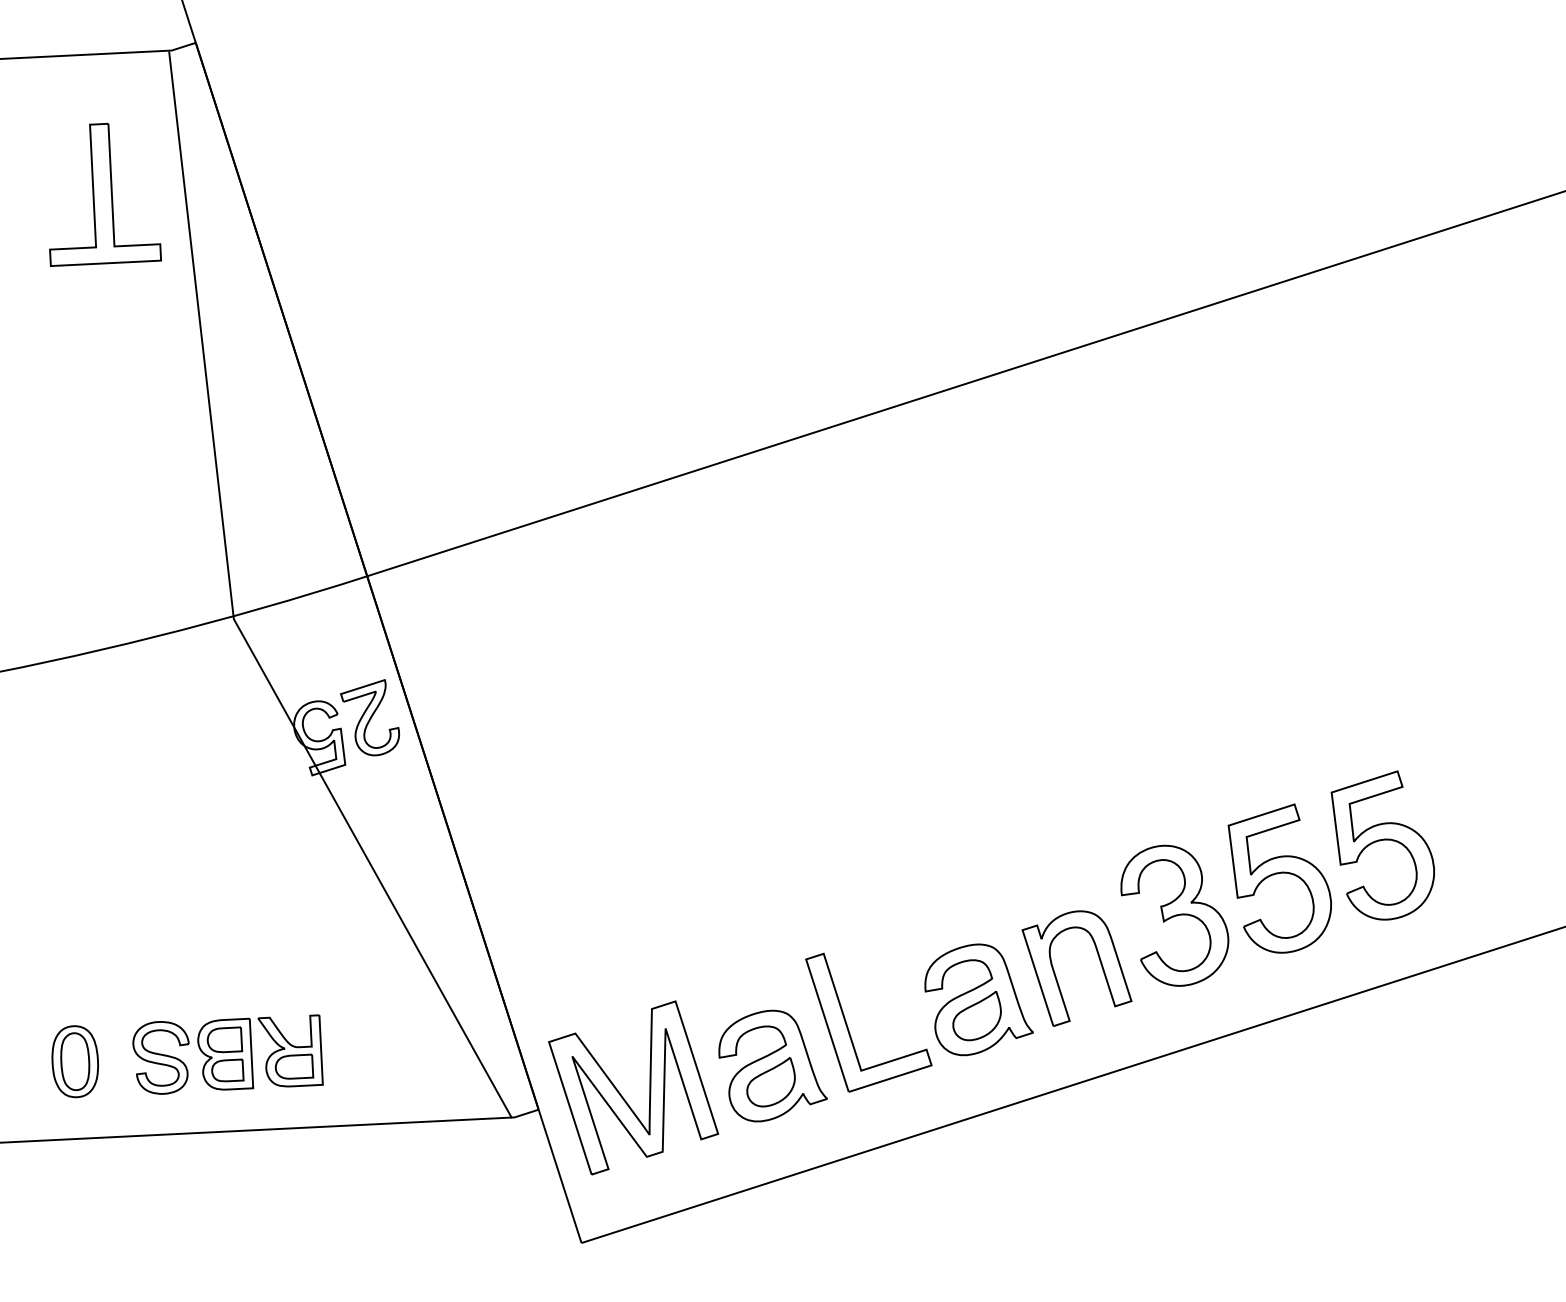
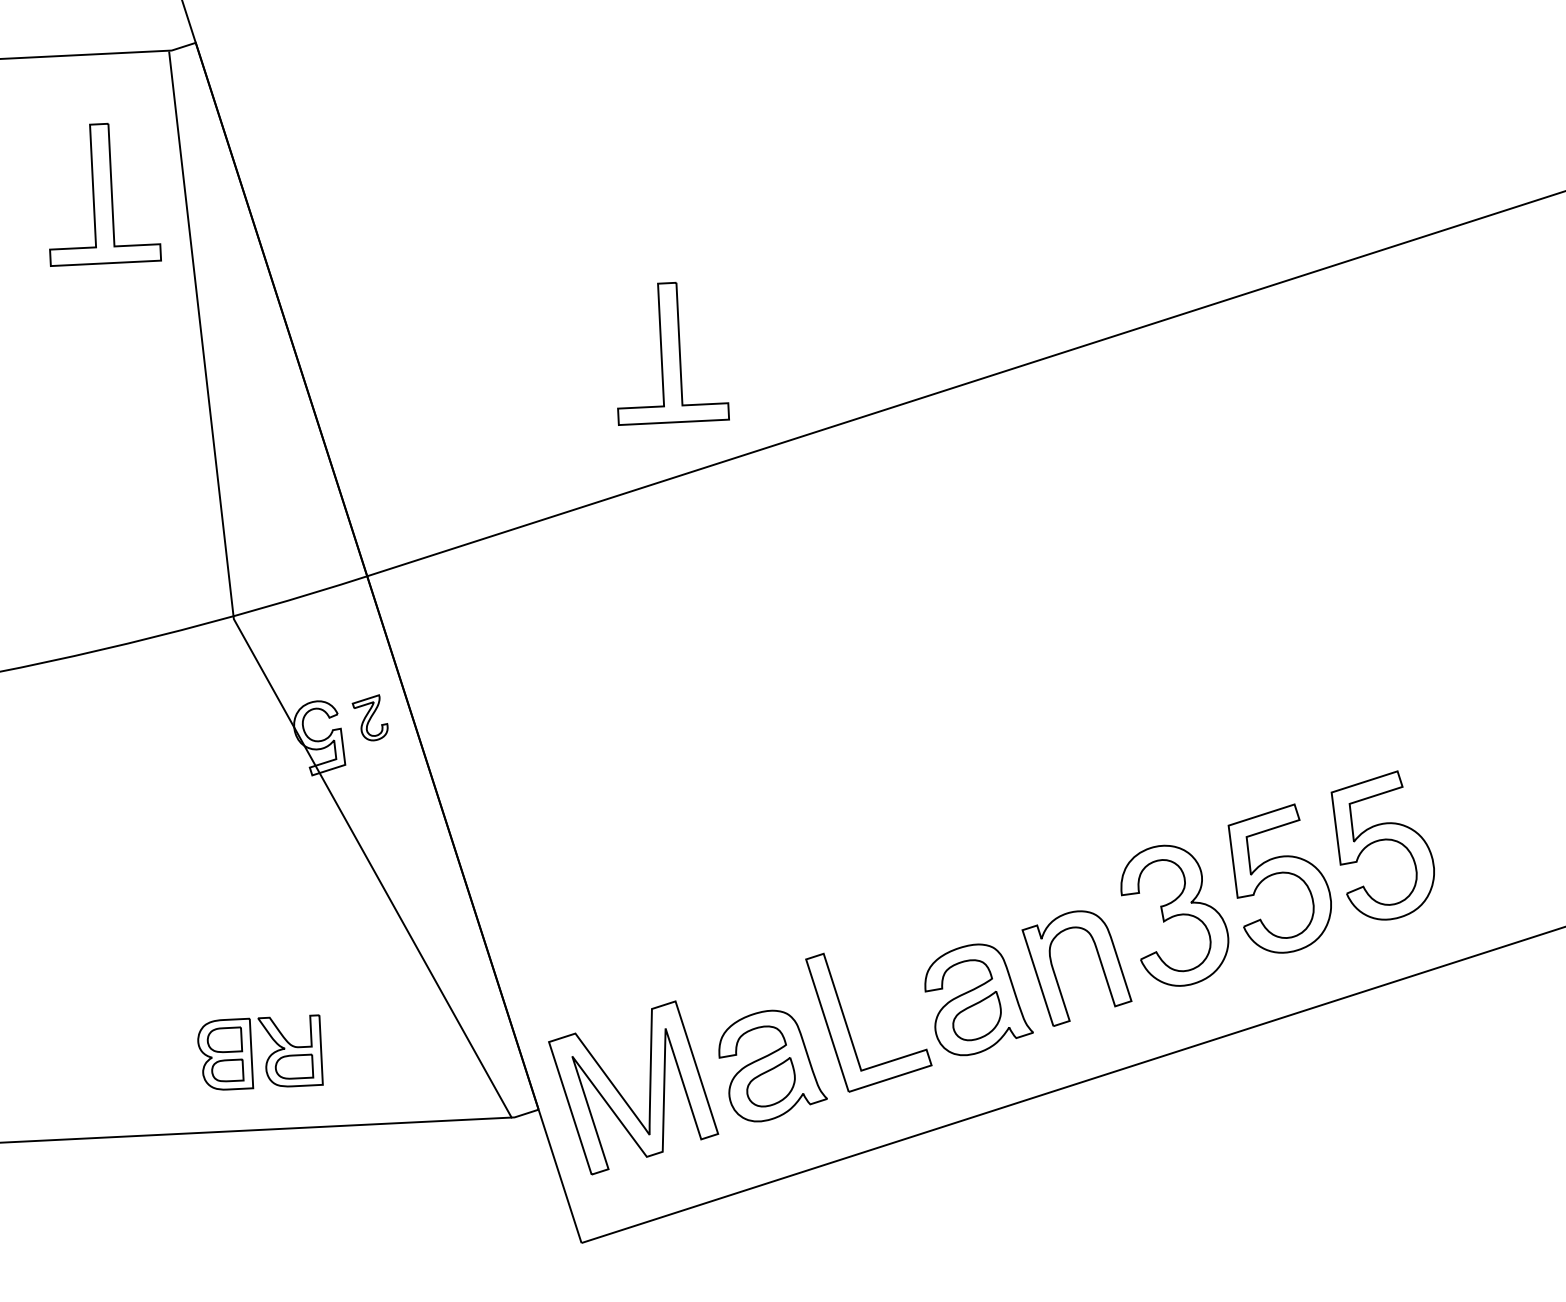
part at (673, 353): none -> present
part at (370, 717) size: 61x78 px -> 38x48 px
part at (160, 1057): present -> none
part at (74, 1061): present -> none
